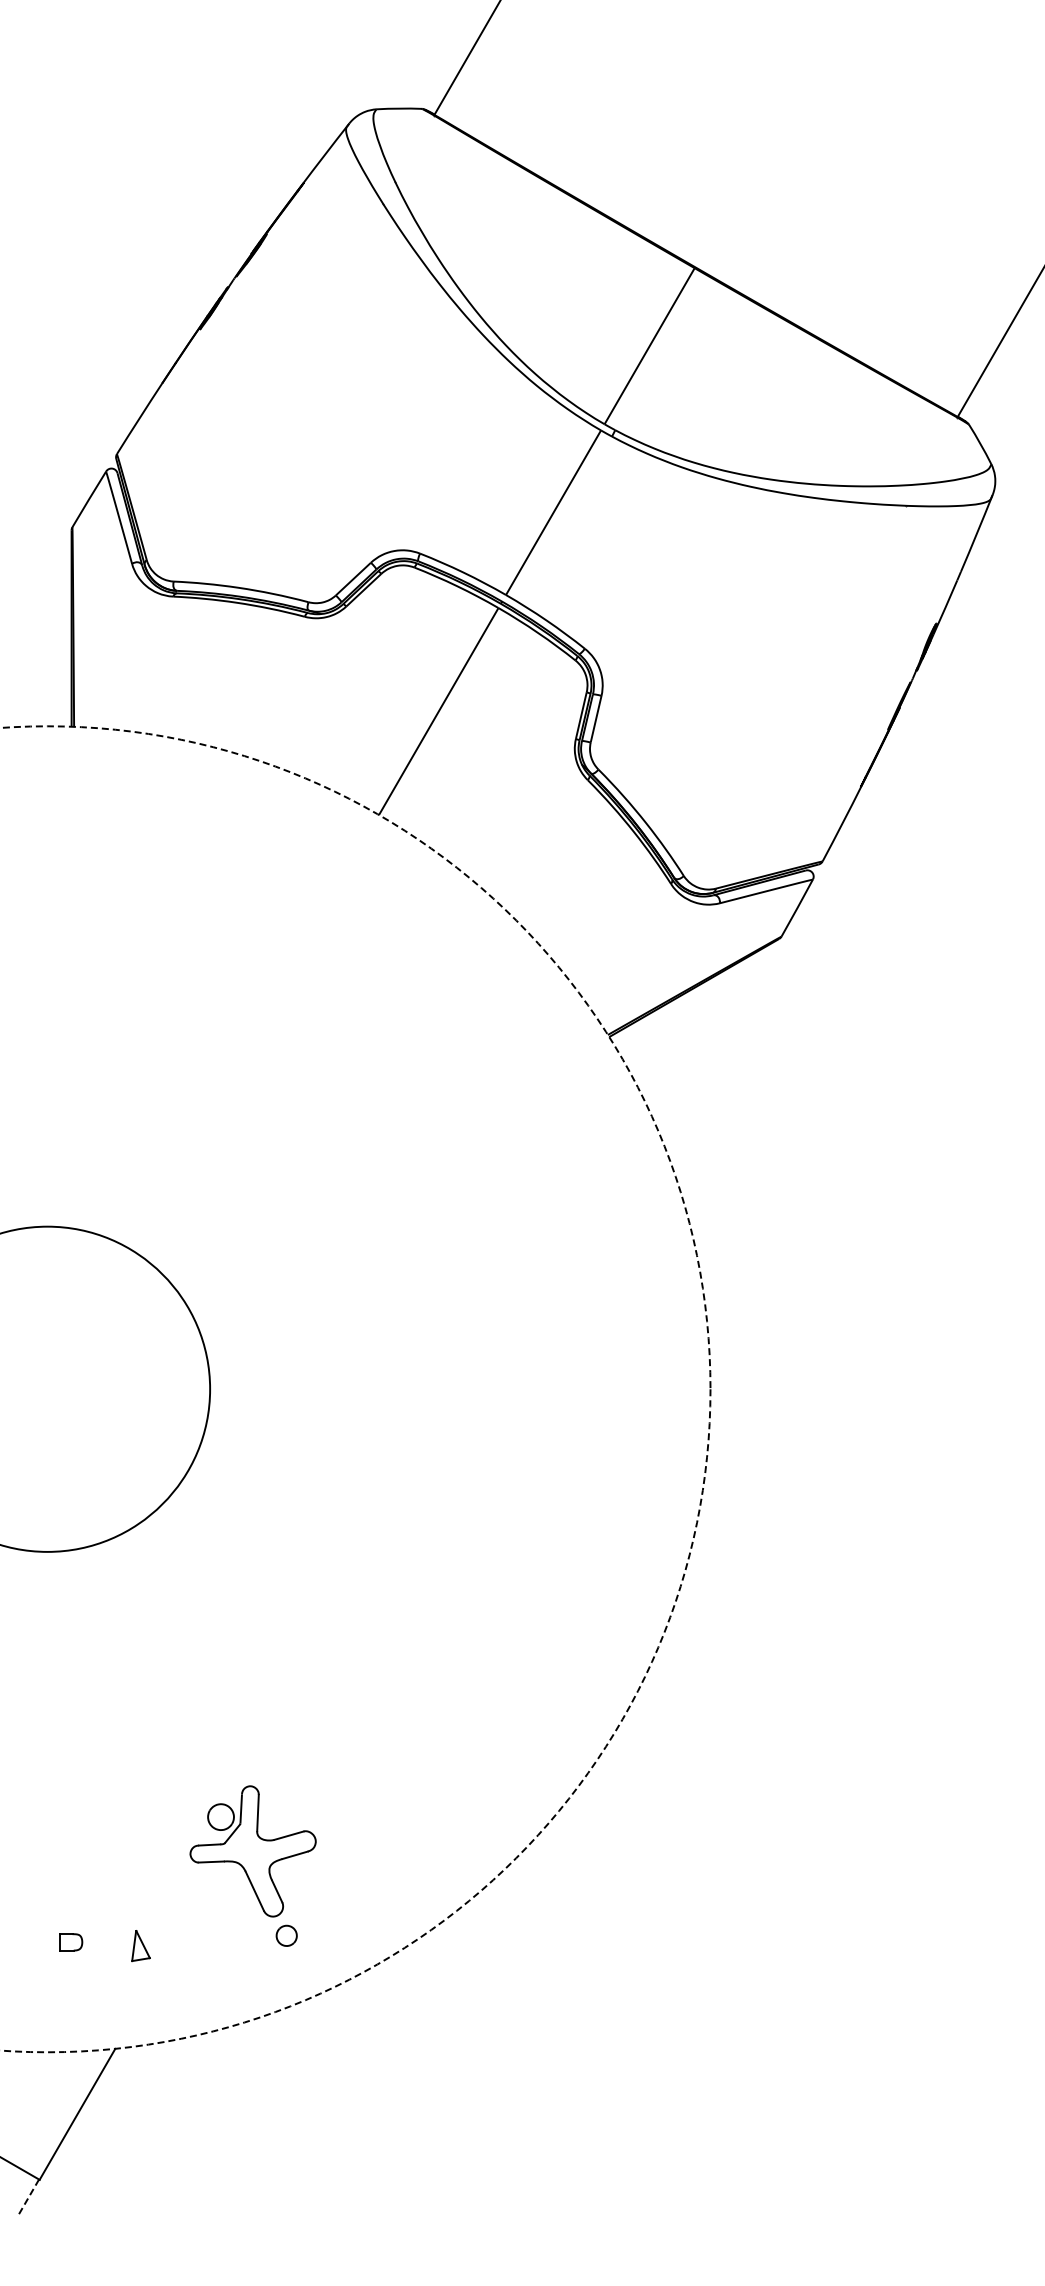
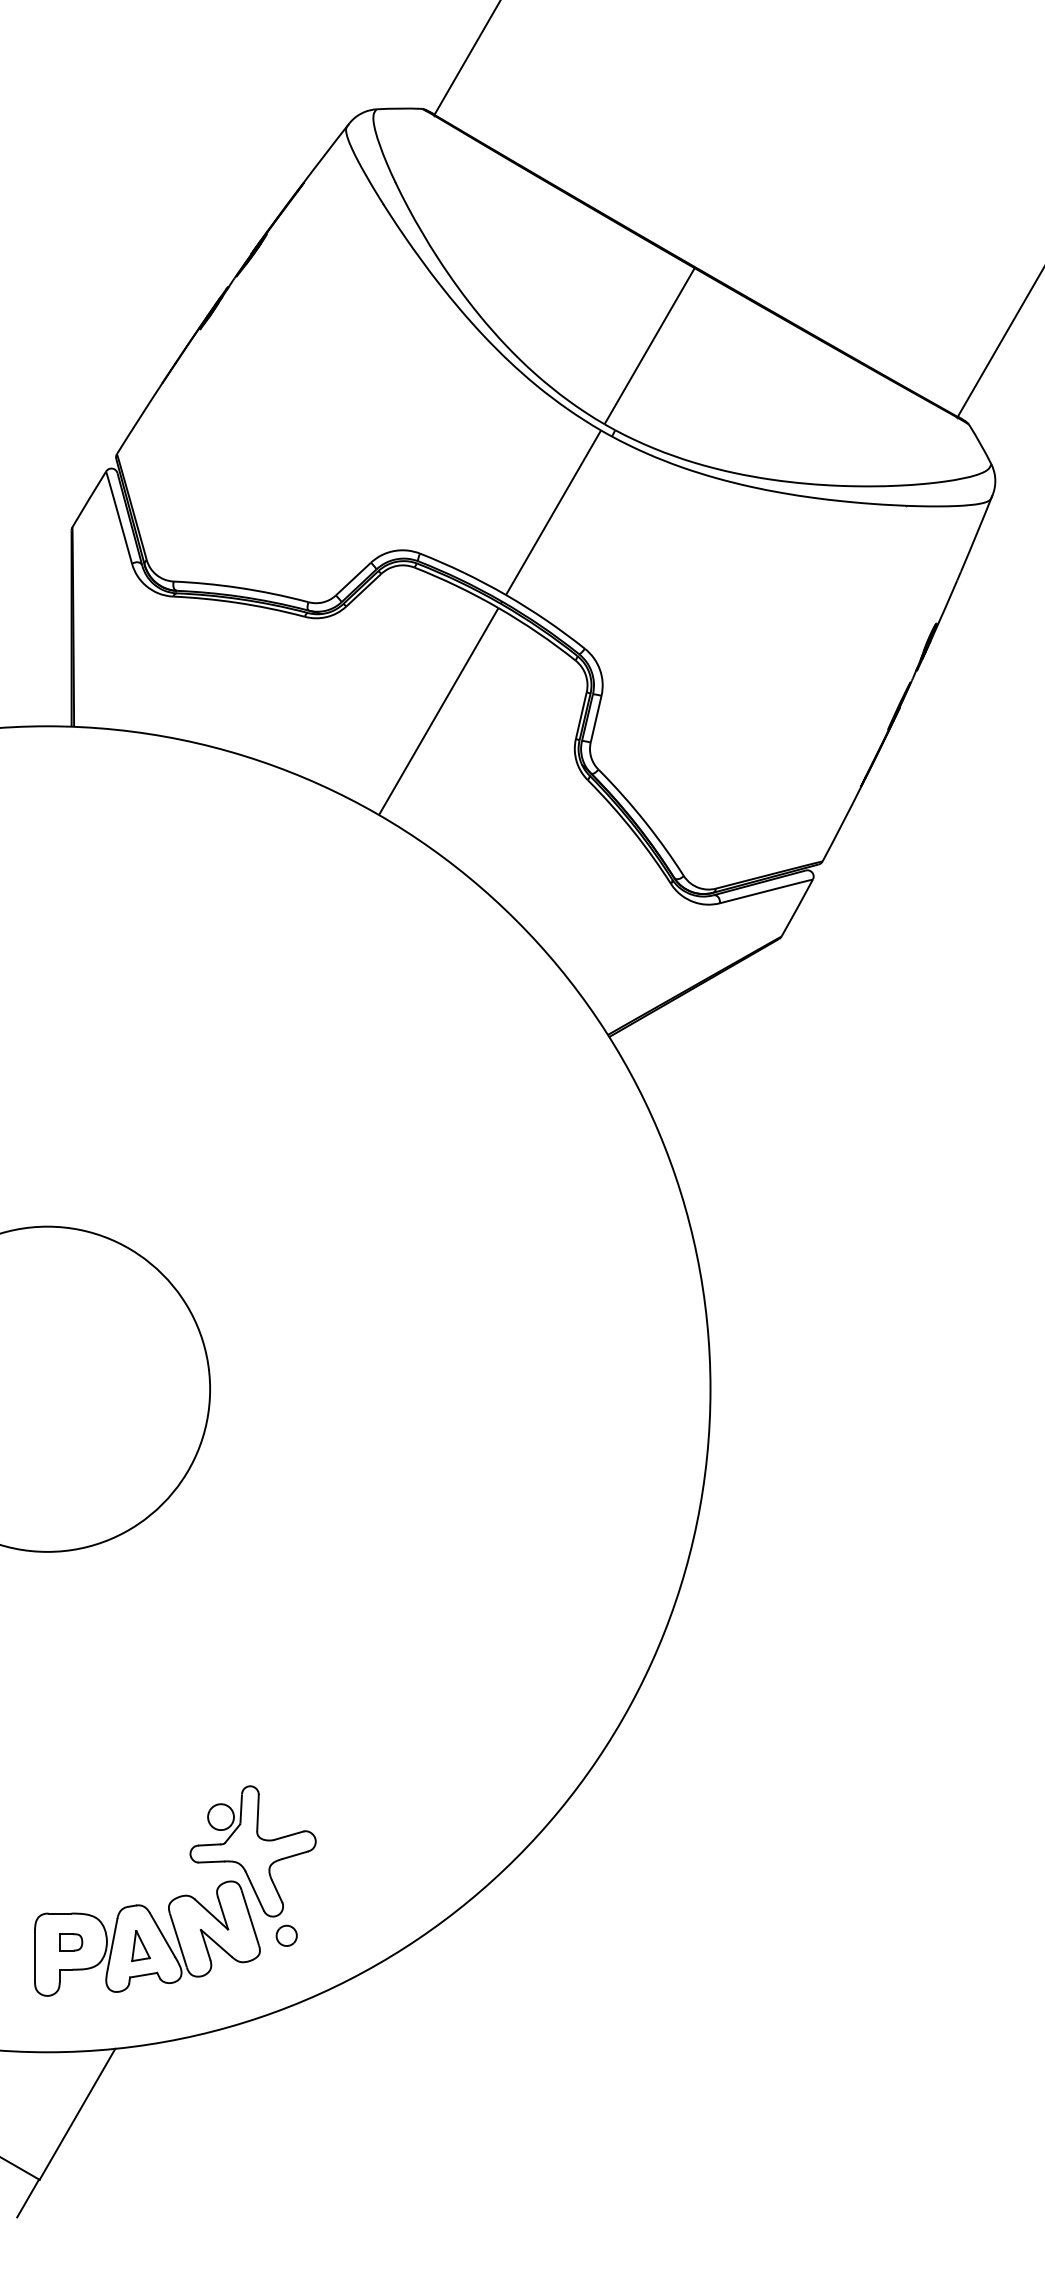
circle at (355, 1389): dashed -> solid
part at (147, 1938): none -> present
line at (28, 2198): dashed -> solid
